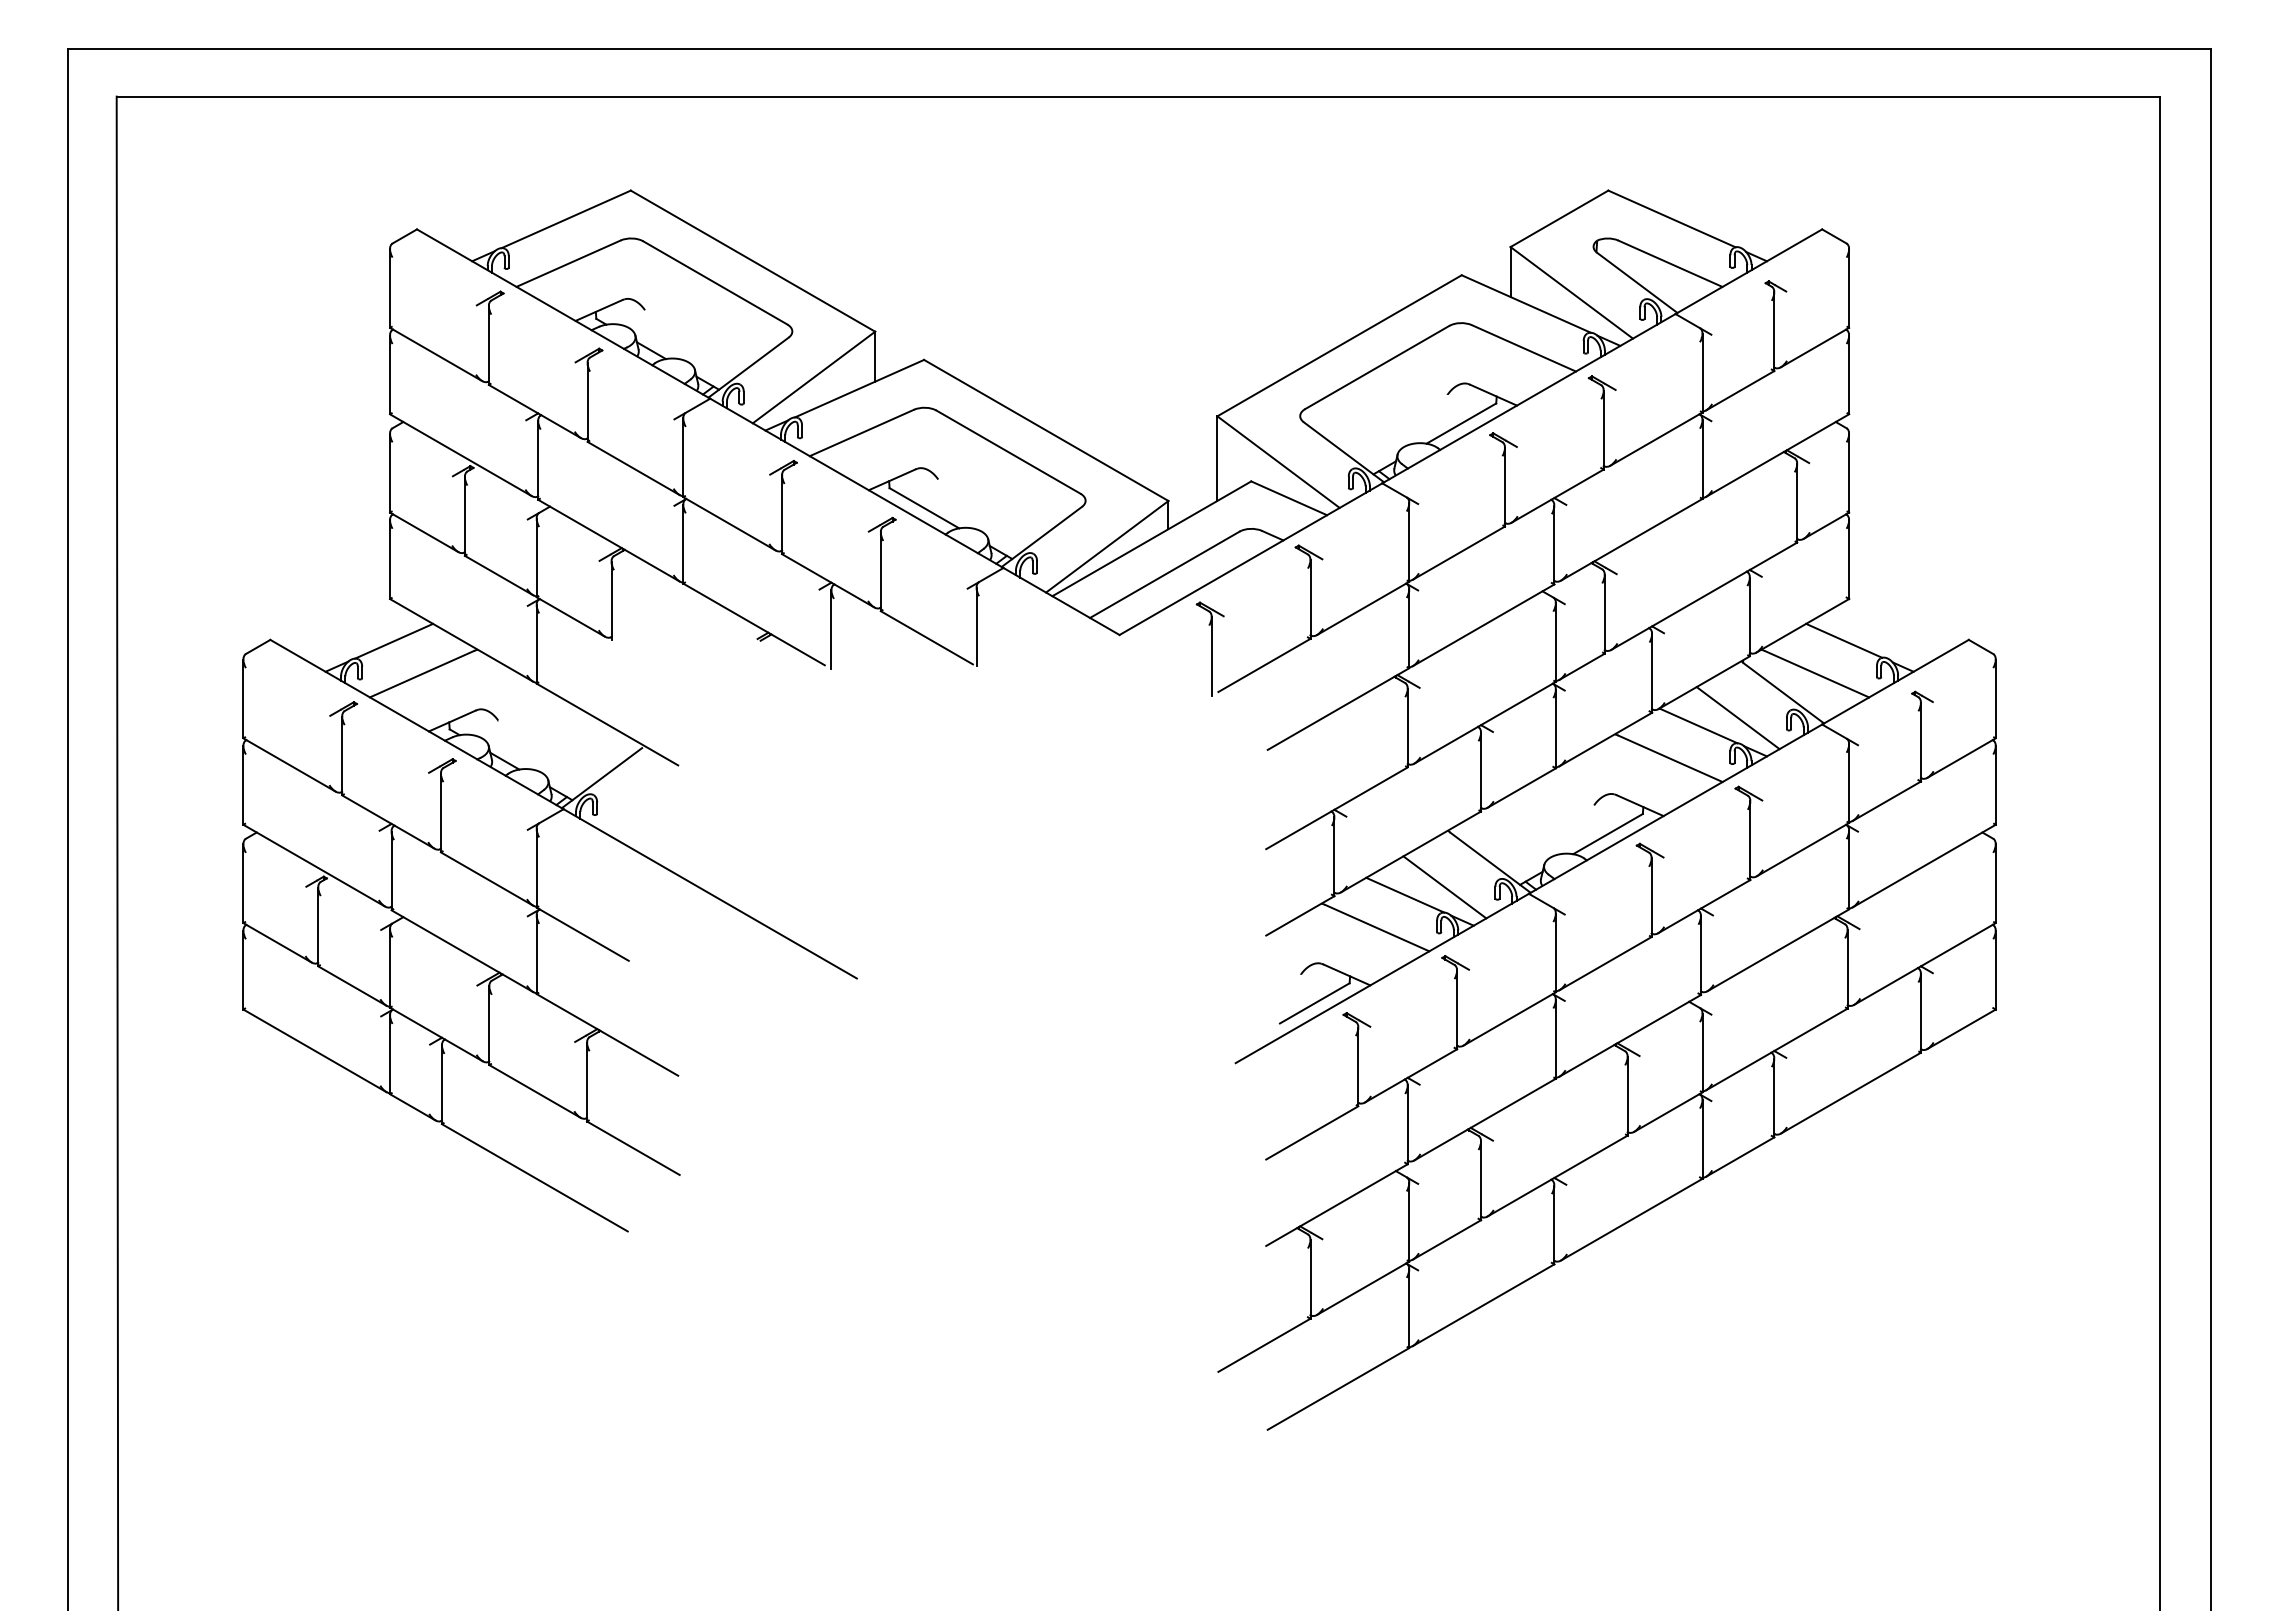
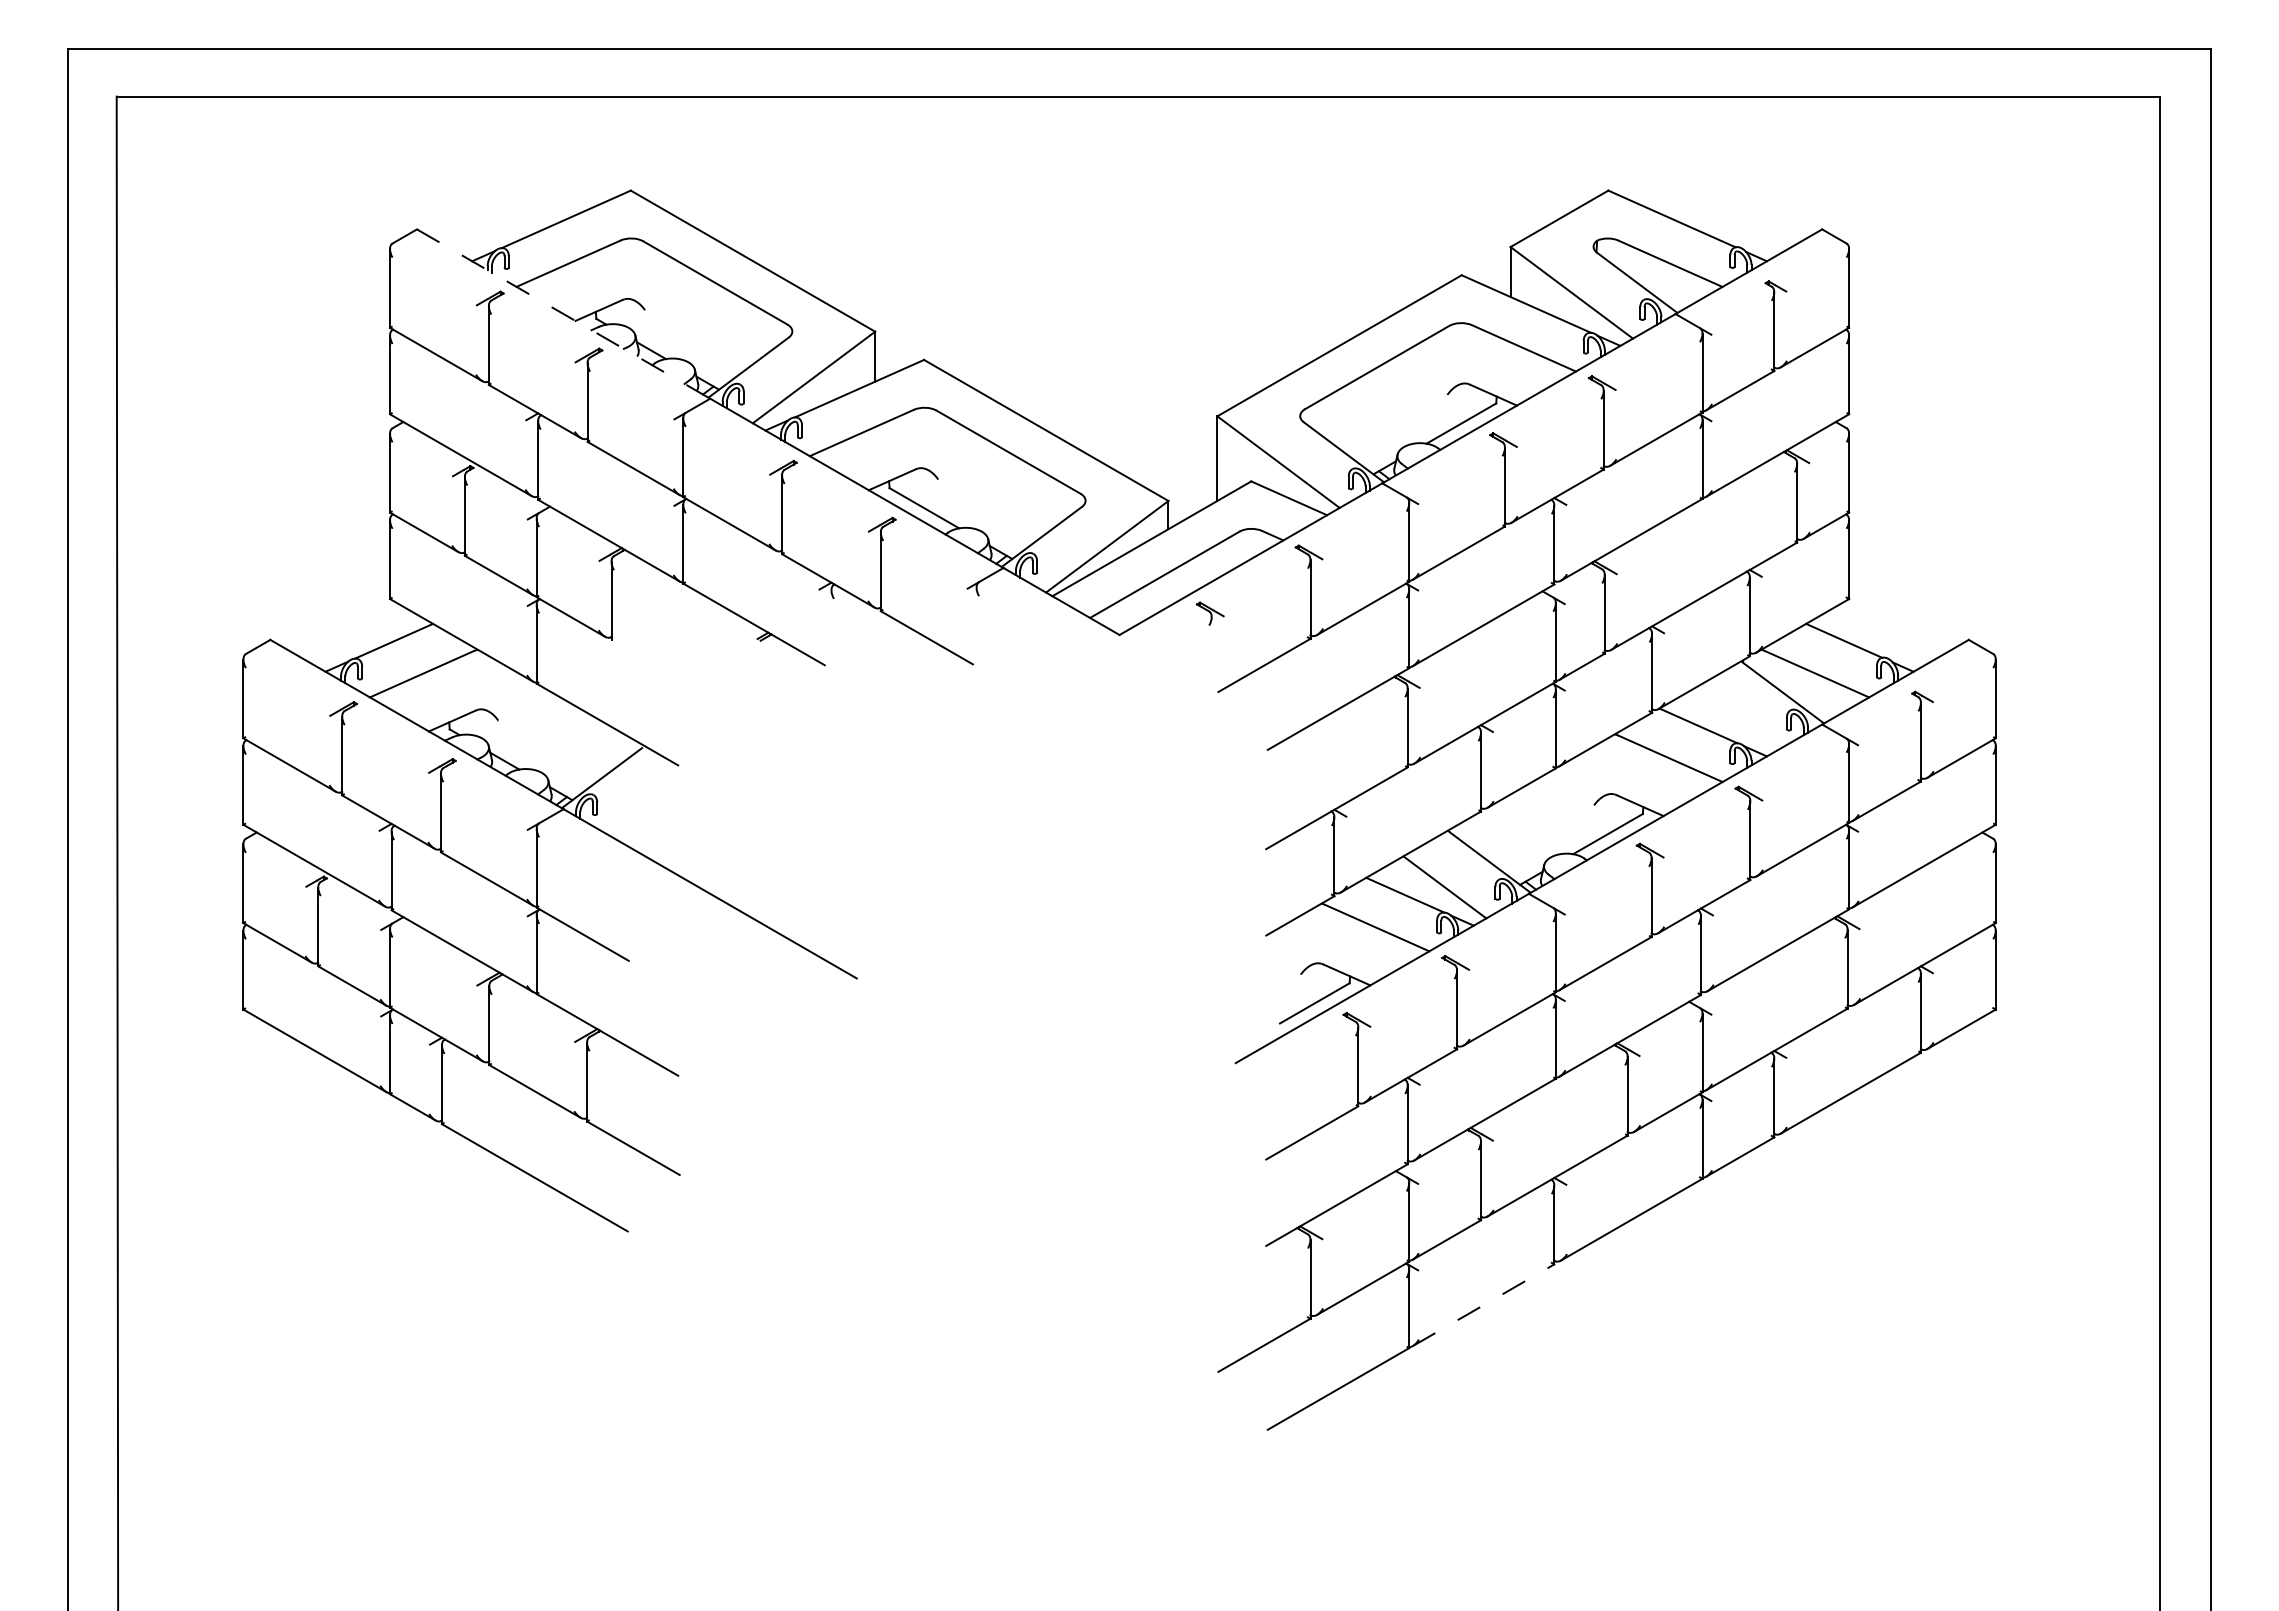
line at (564, 314): solid -> dashed
line at (976, 626): present -> none
line at (831, 629): present -> none
line at (1211, 656): present -> none
line at (1737, 718): present -> none
line at (1483, 1305): solid -> dashed
